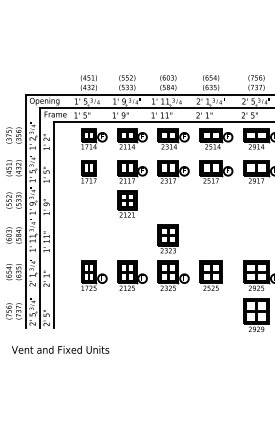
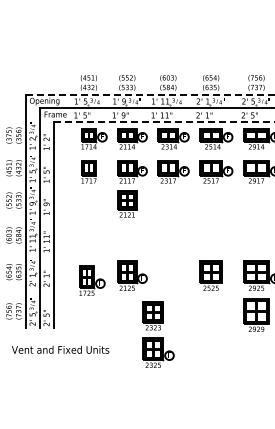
line at (150, 94): solid -> dashed
line at (164, 122): solid -> dashed
part at (173, 257) position: (173, 257) -> (158, 334)
part at (94, 275) position: (94, 275) -> (92, 280)
